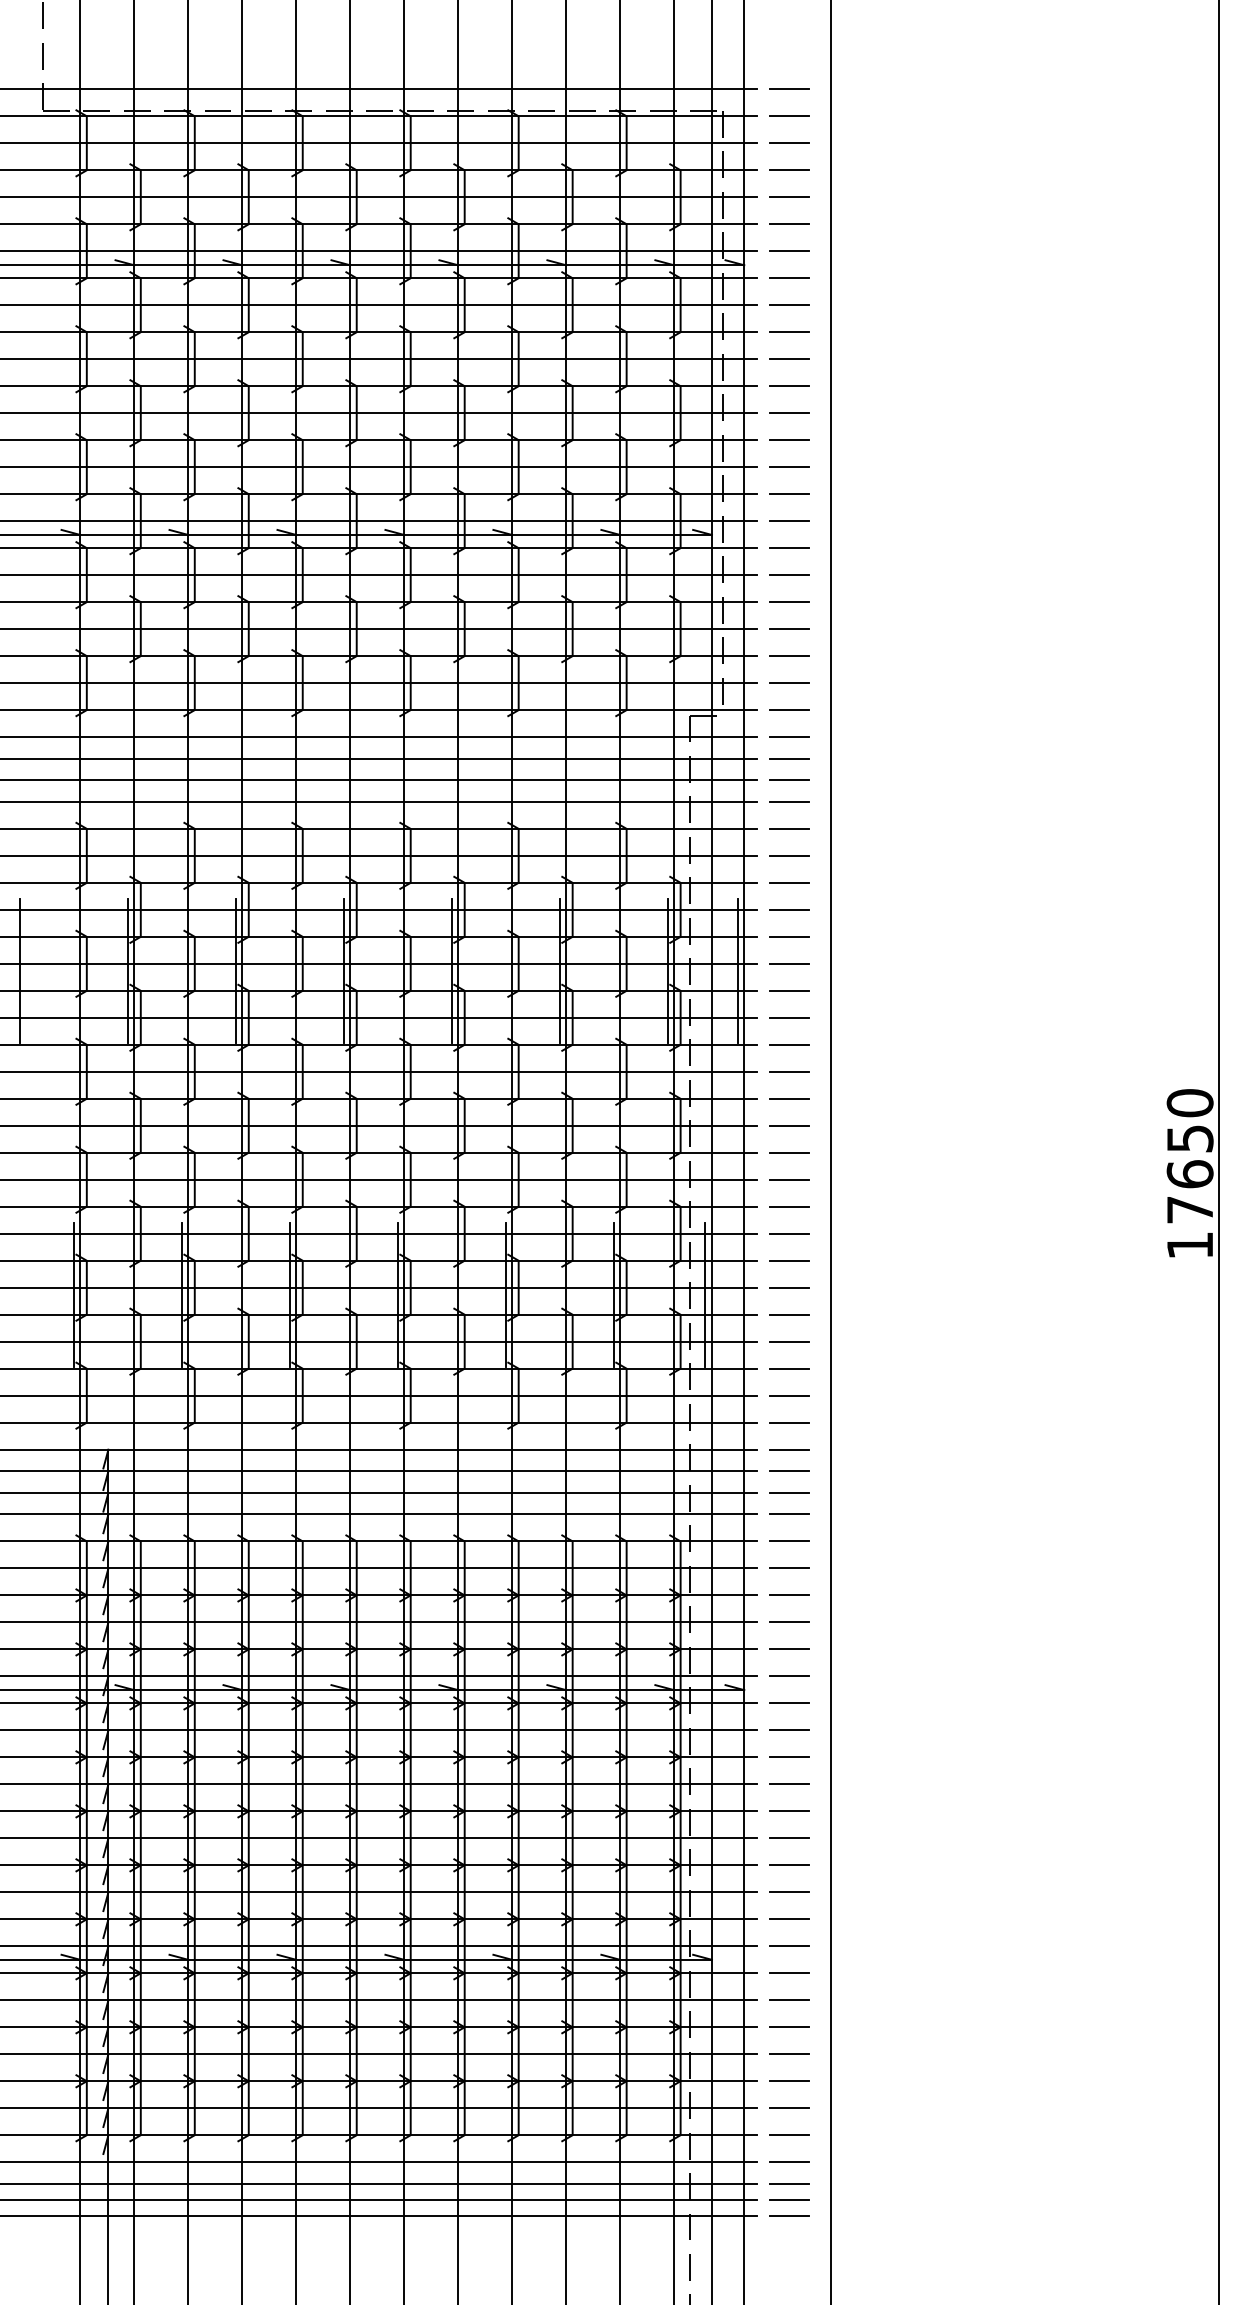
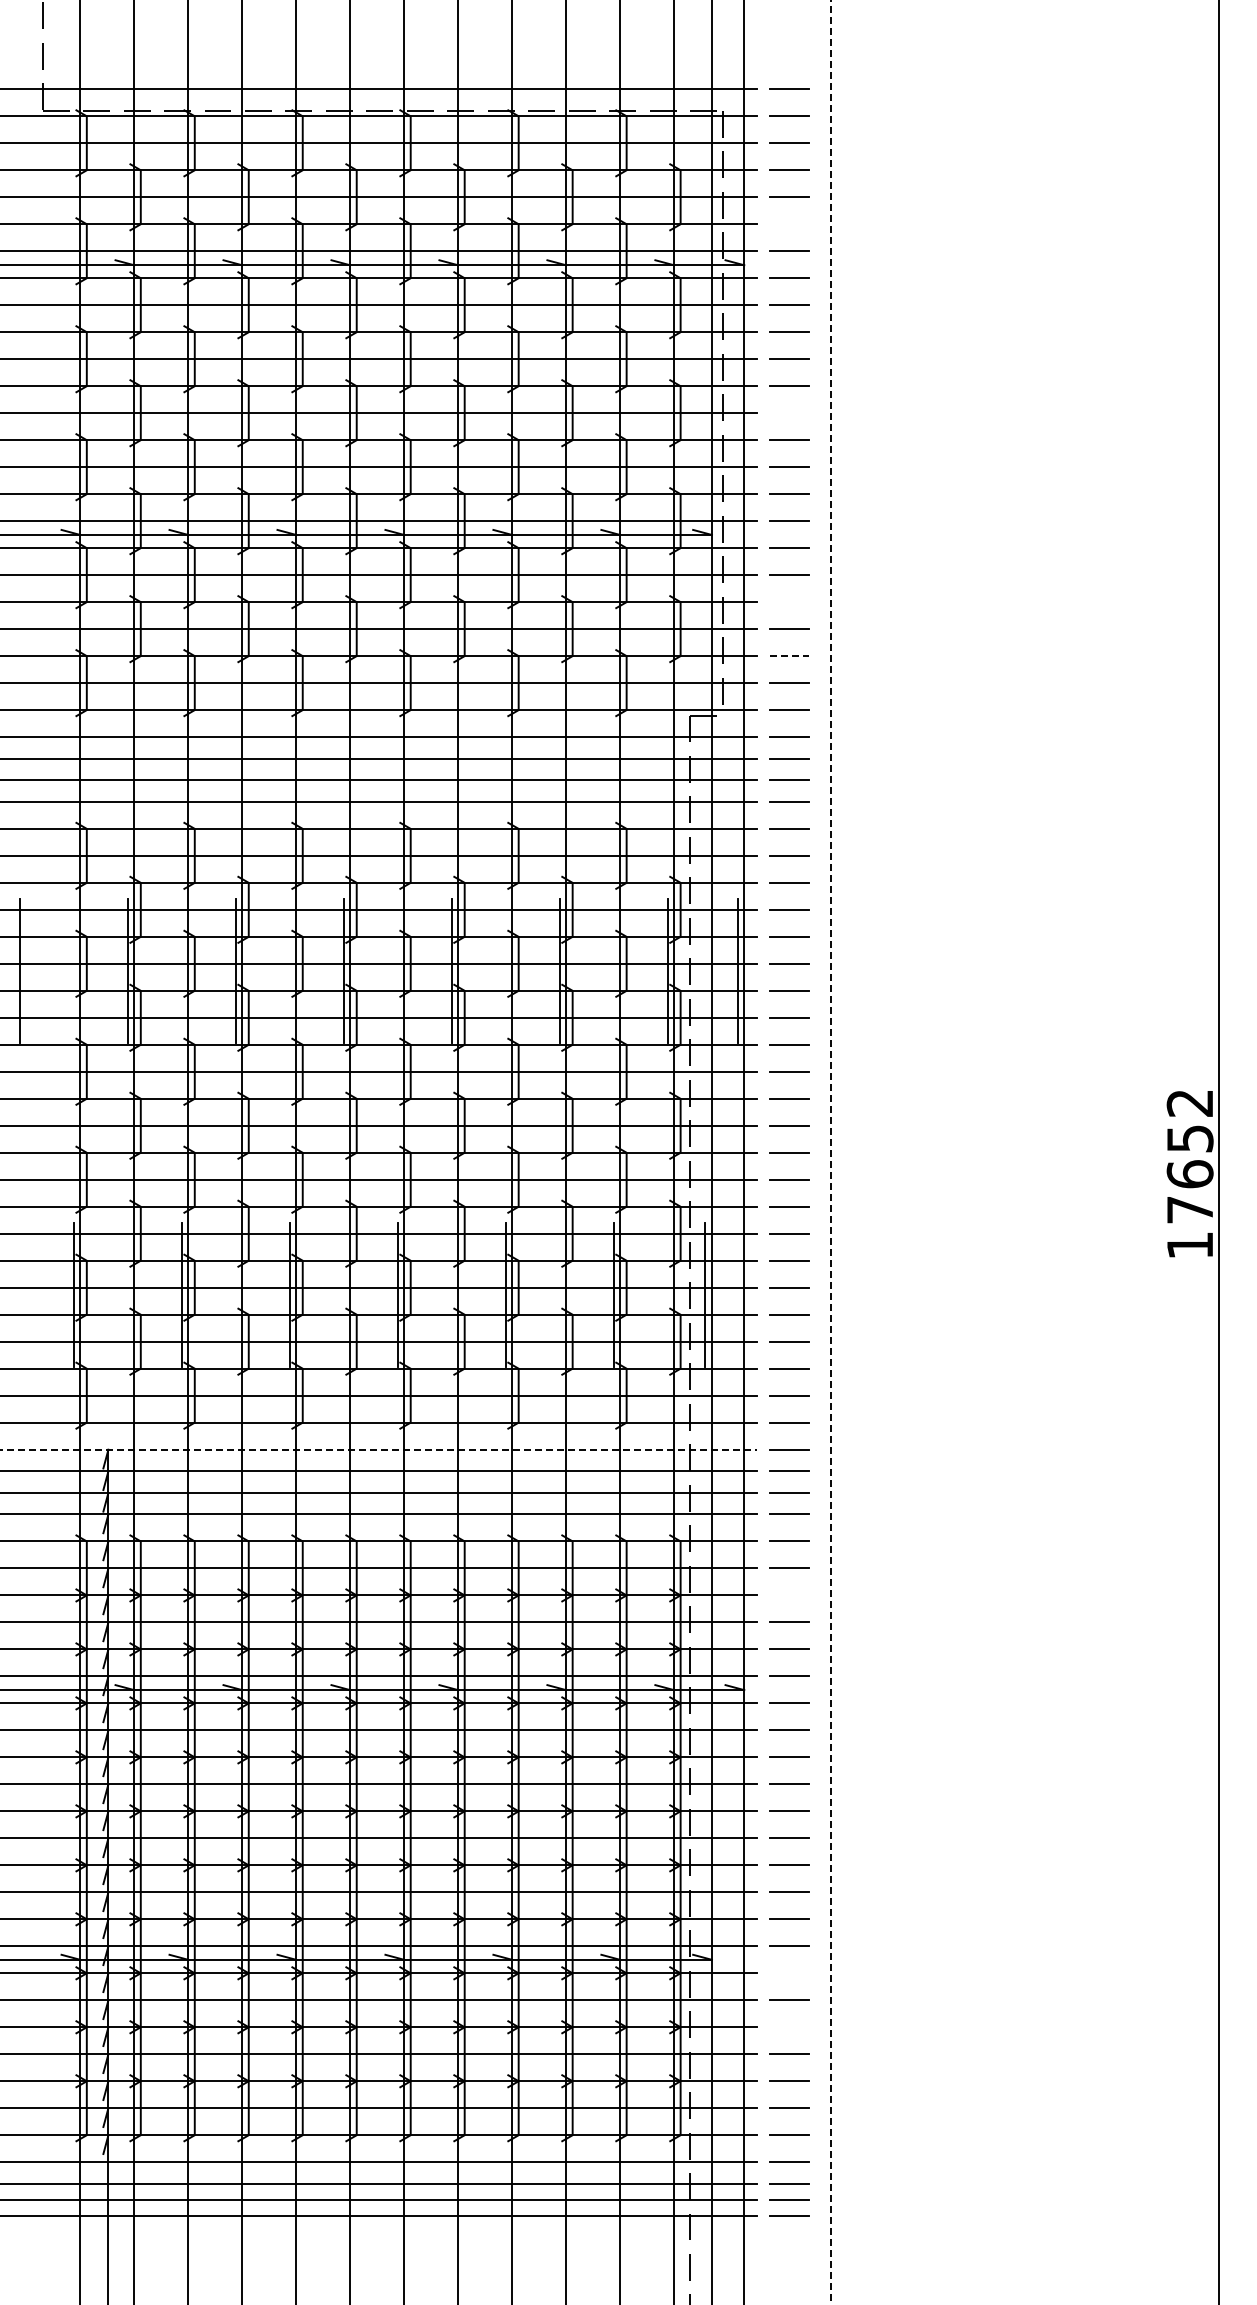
line at (789, 224): present -> none
line at (789, 413): present -> none
line at (789, 602): present -> none
line at (790, 656): solid -> dashed
text at (1189, 1103): 17650 -> 17652
line at (830, 1152): solid -> dashed
line at (379, 1449): solid -> dashed
line at (789, 1595): present -> none
line at (789, 1972): present -> none
line at (789, 2026): present -> none
